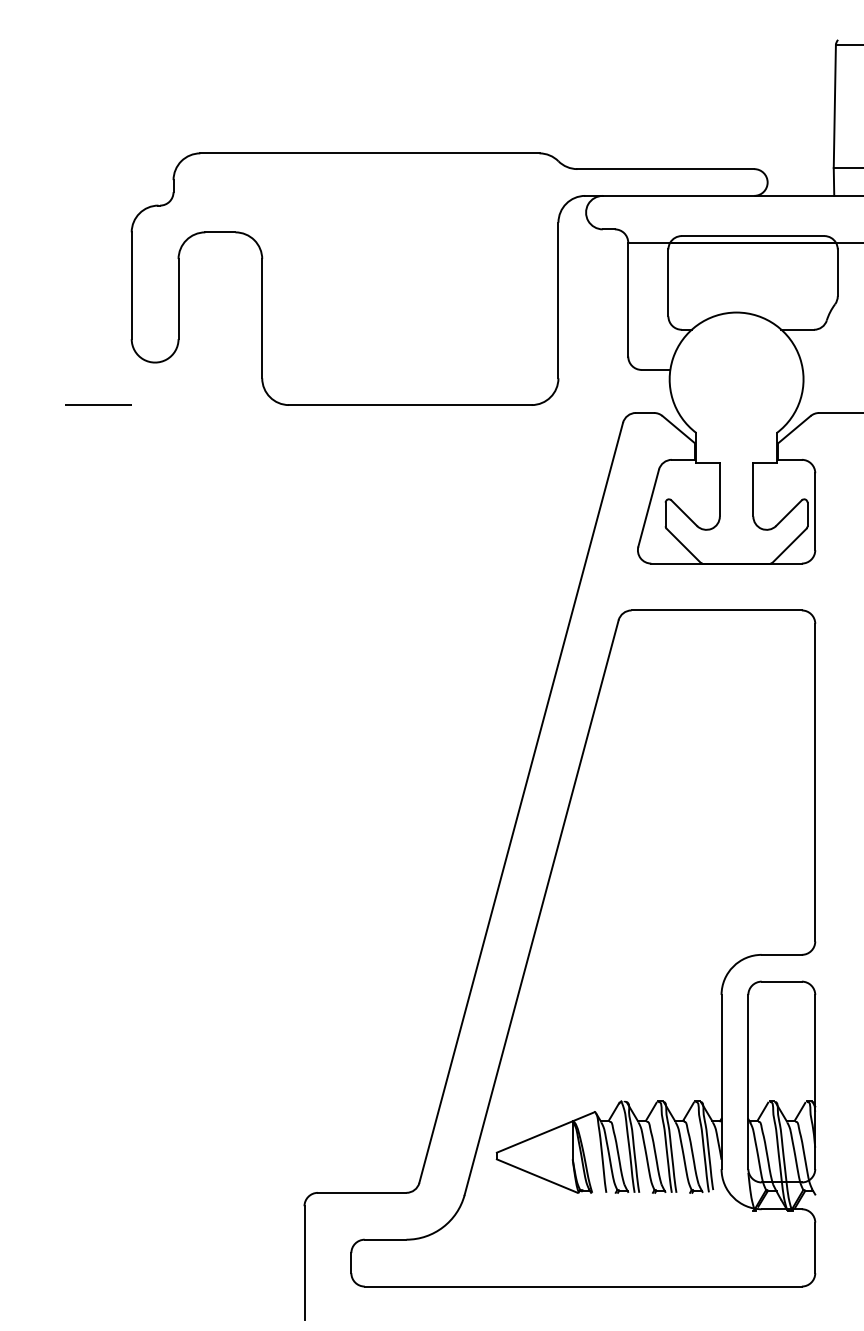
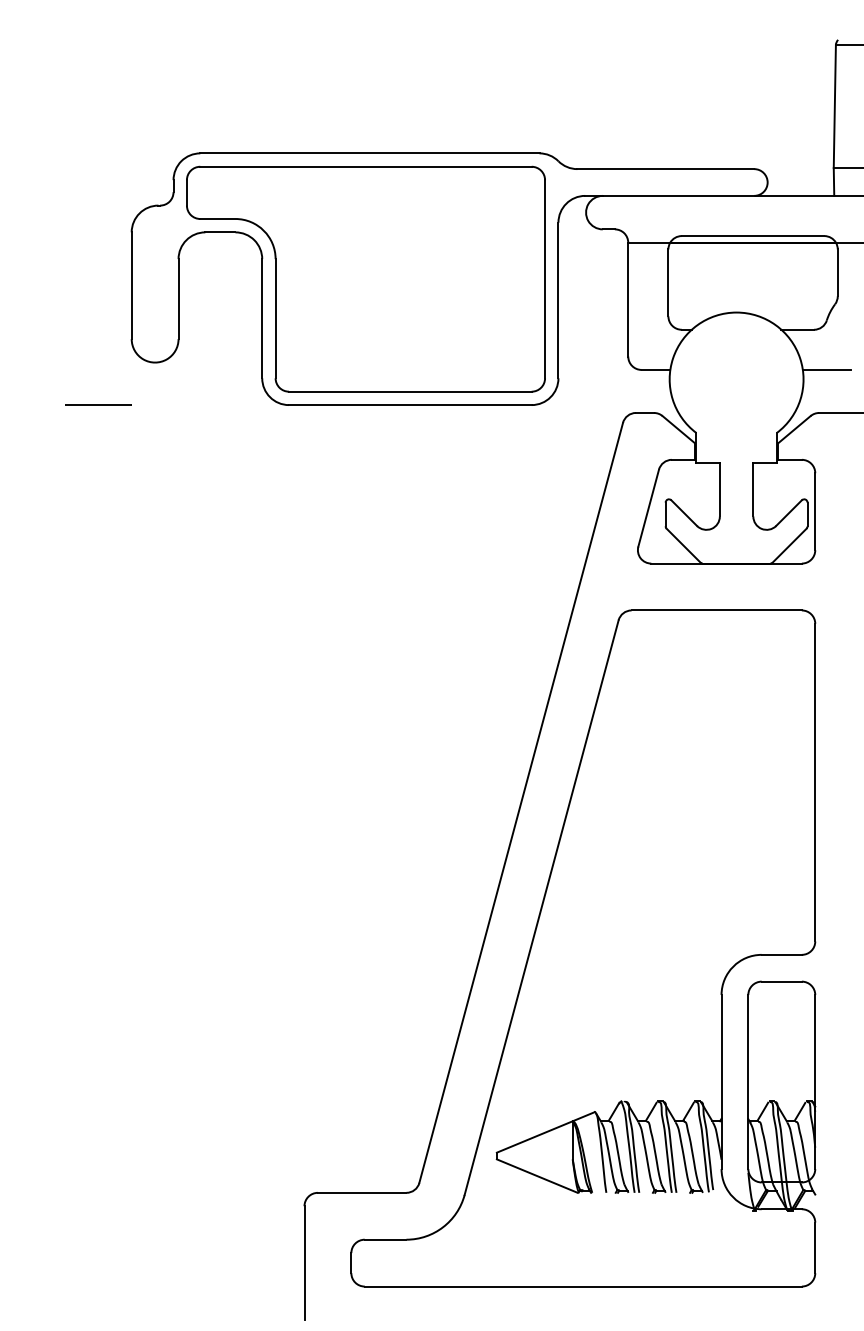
part at (365, 278): none -> present
line at (826, 369): none -> present
